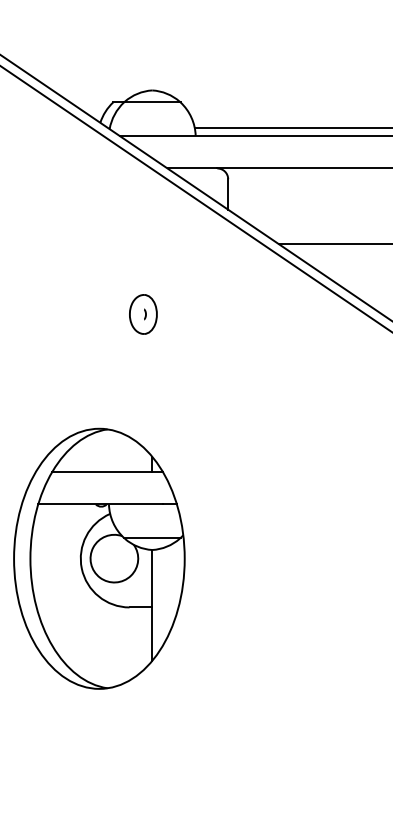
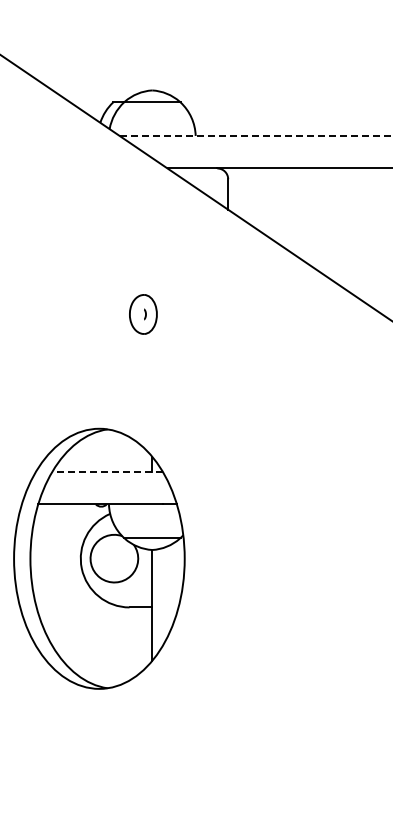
line at (291, 128): present -> none
line at (256, 135): solid -> dashed
line at (195, 198): present -> none
line at (334, 244): present -> none
line at (107, 471): solid -> dashed
